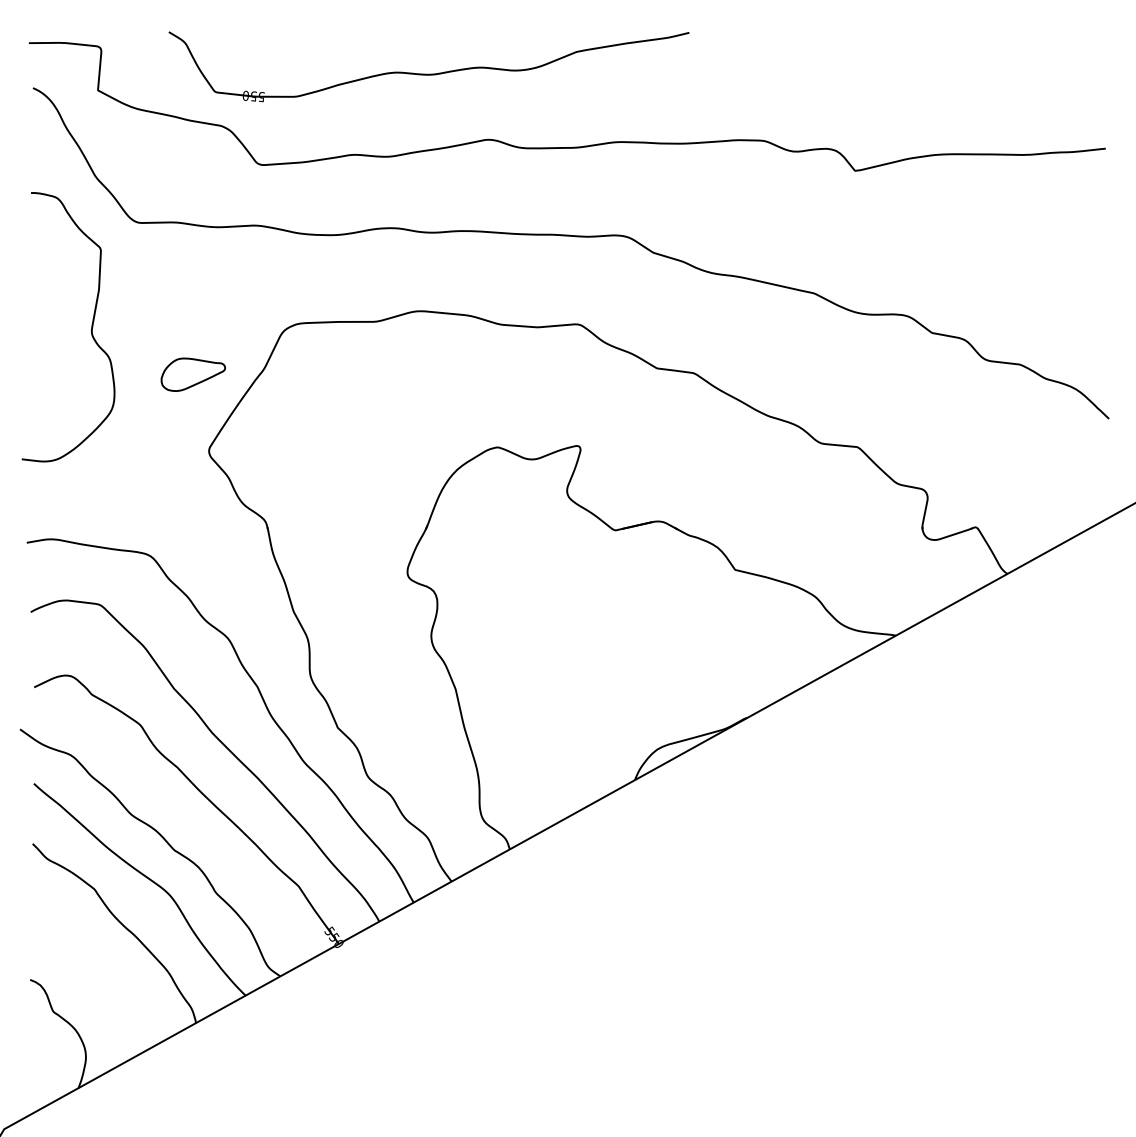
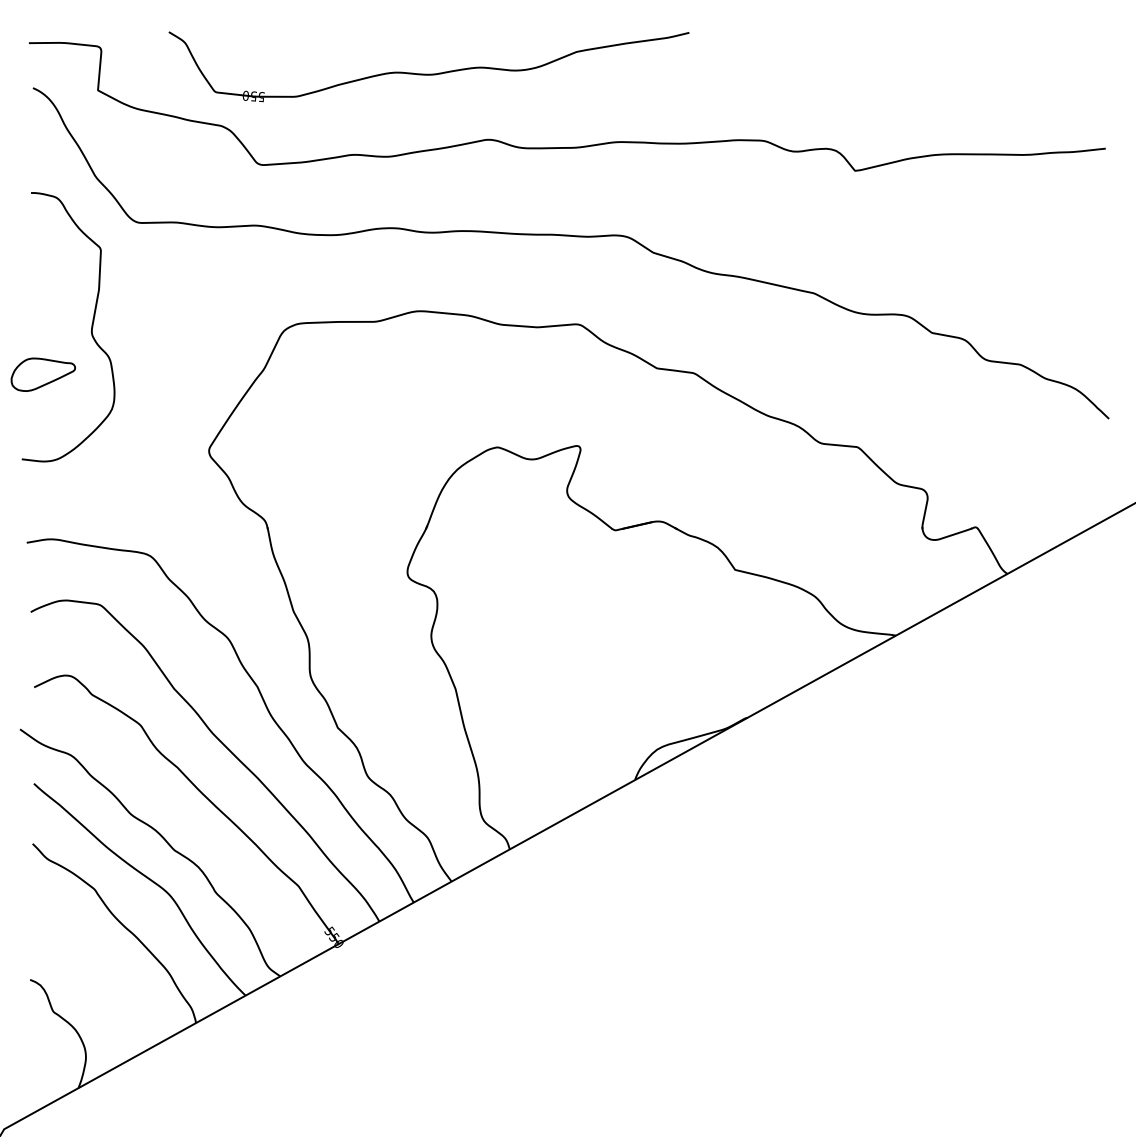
part at (192, 374) position: (192, 374) -> (42, 374)
